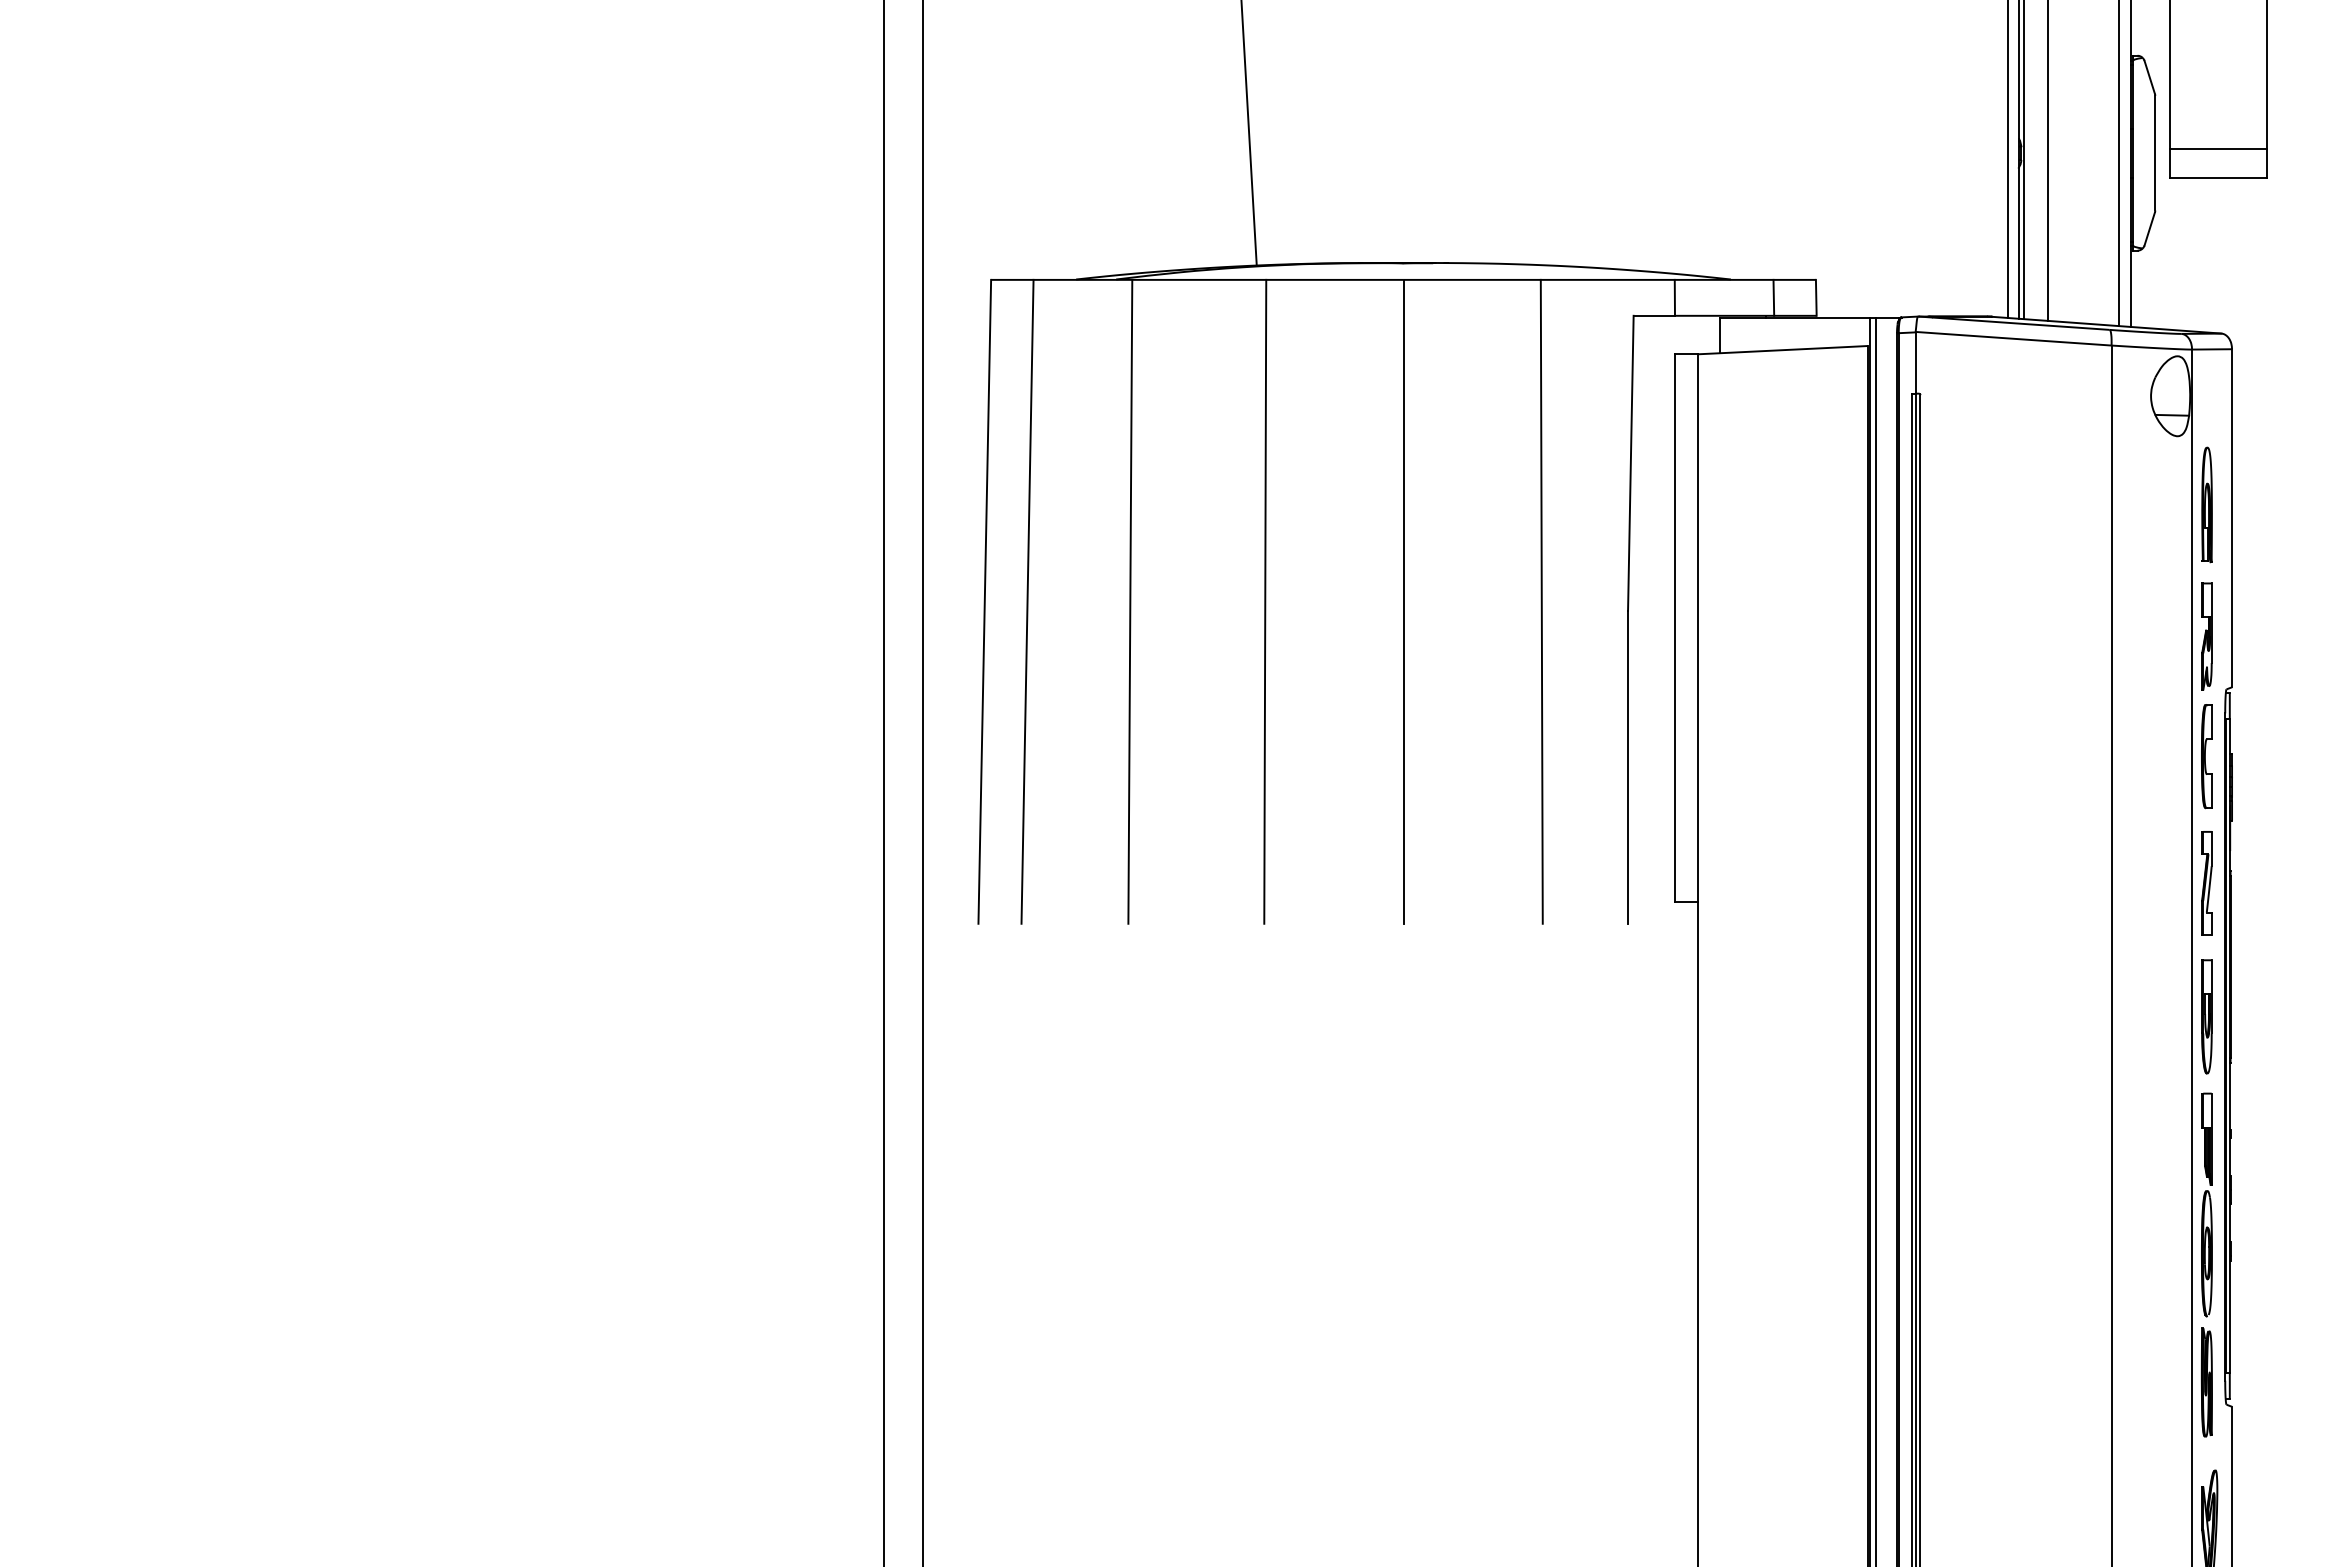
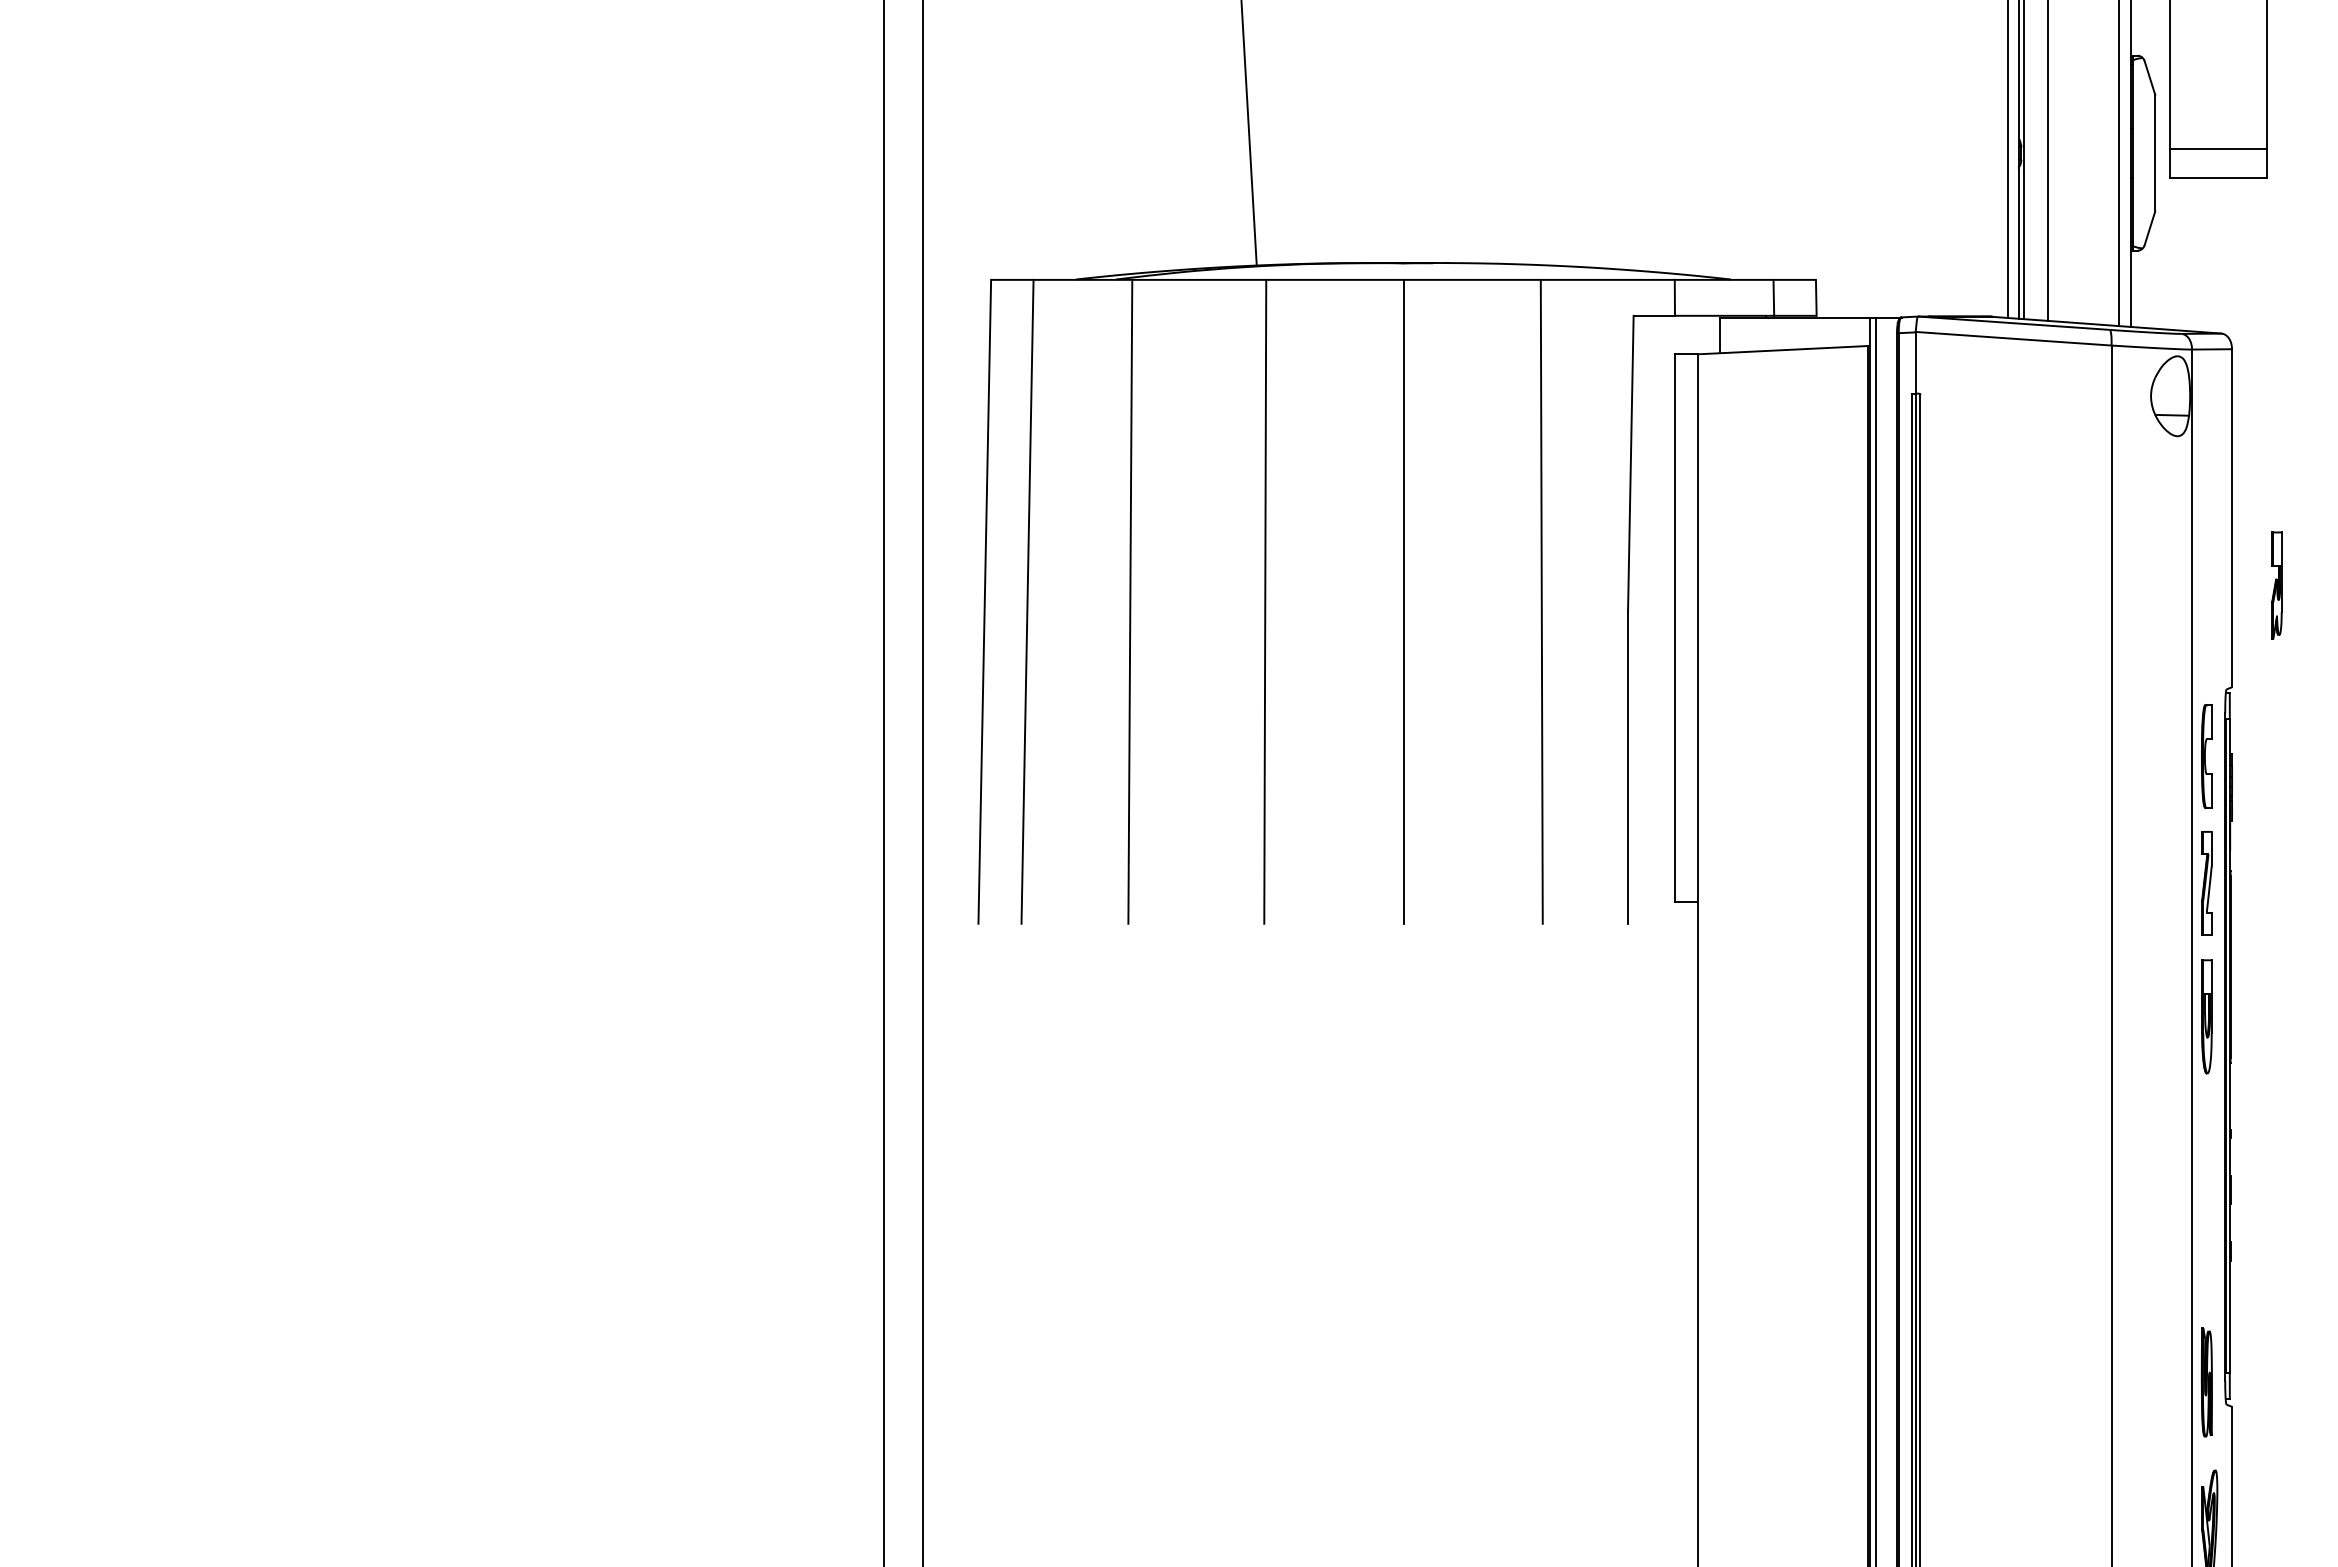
part at (2206, 504): present -> none
part at (2206, 636) position: (2206, 636) -> (2276, 585)
part at (2206, 1204): present -> none
